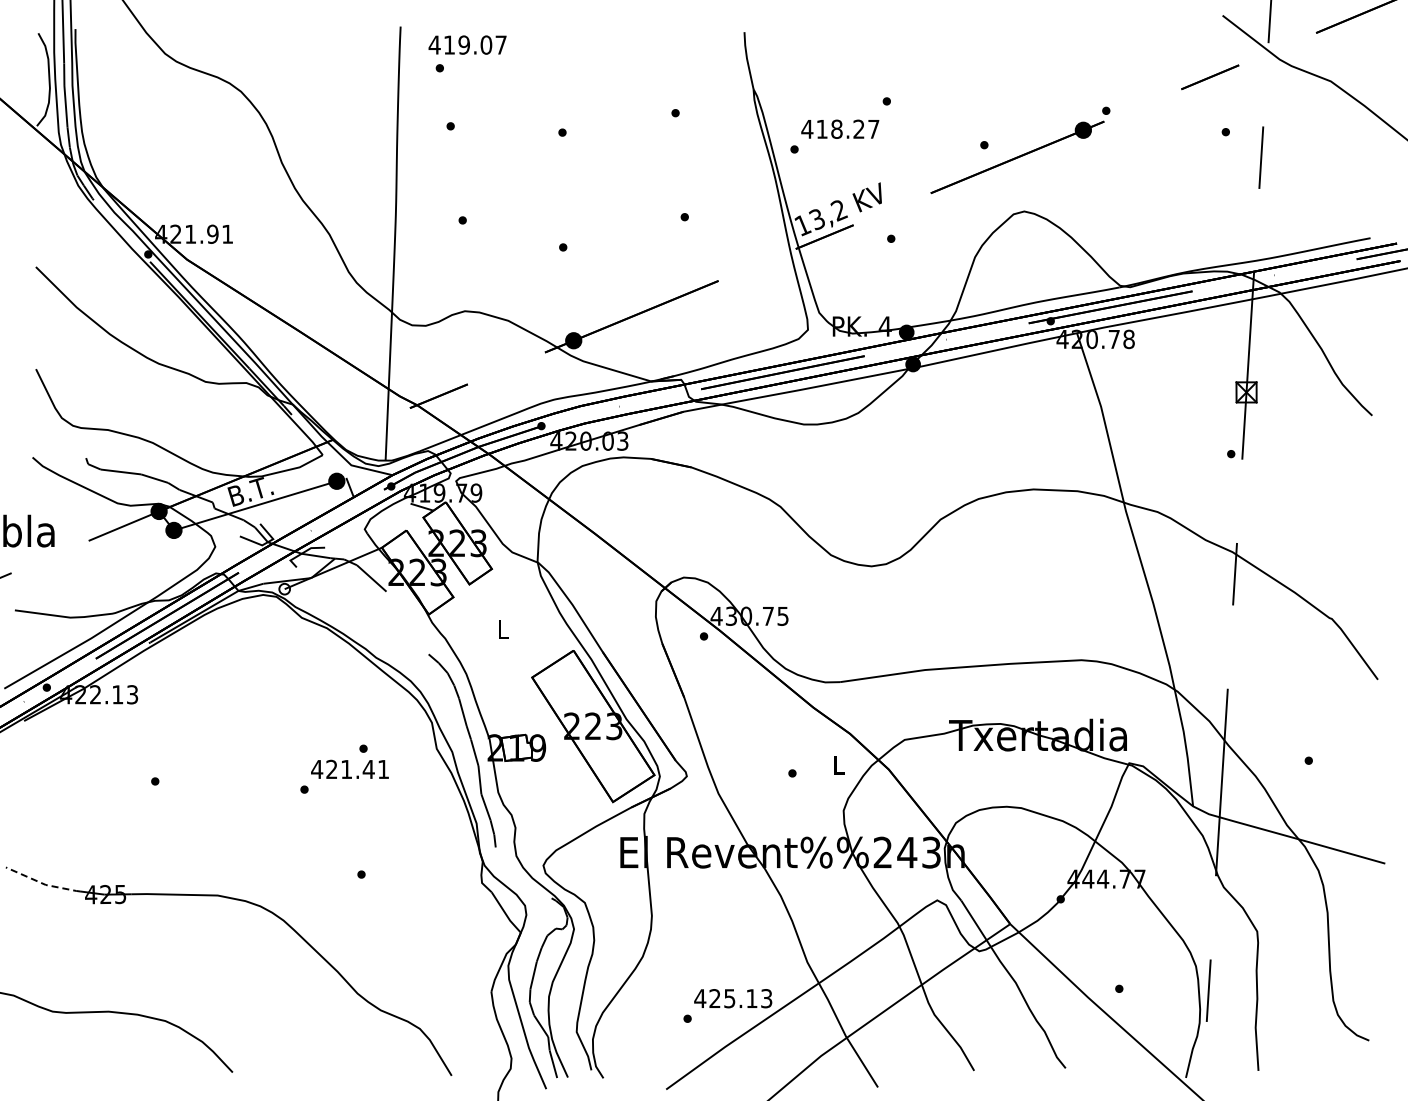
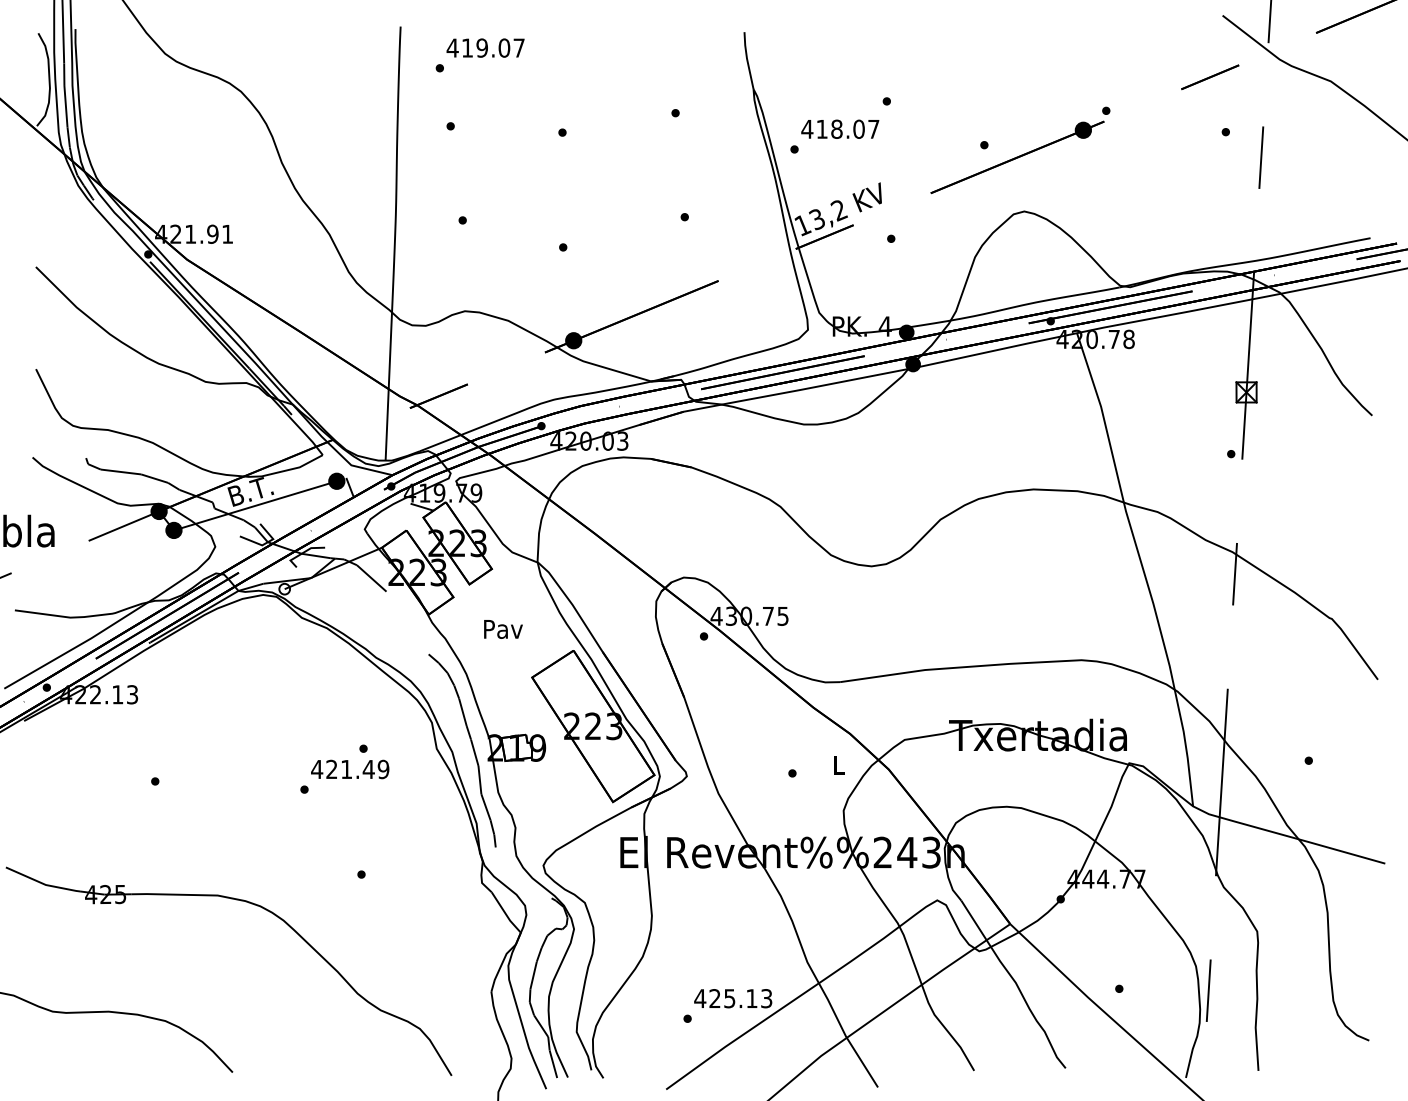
text at (467, 44) position: (467, 44) -> (485, 47)
text at (858, 128): 418.27 -> 418.07
text at (503, 629): L -> Pav
text at (383, 769): 421.41 -> 421.49
line at (42, 883): dashed -> solid
